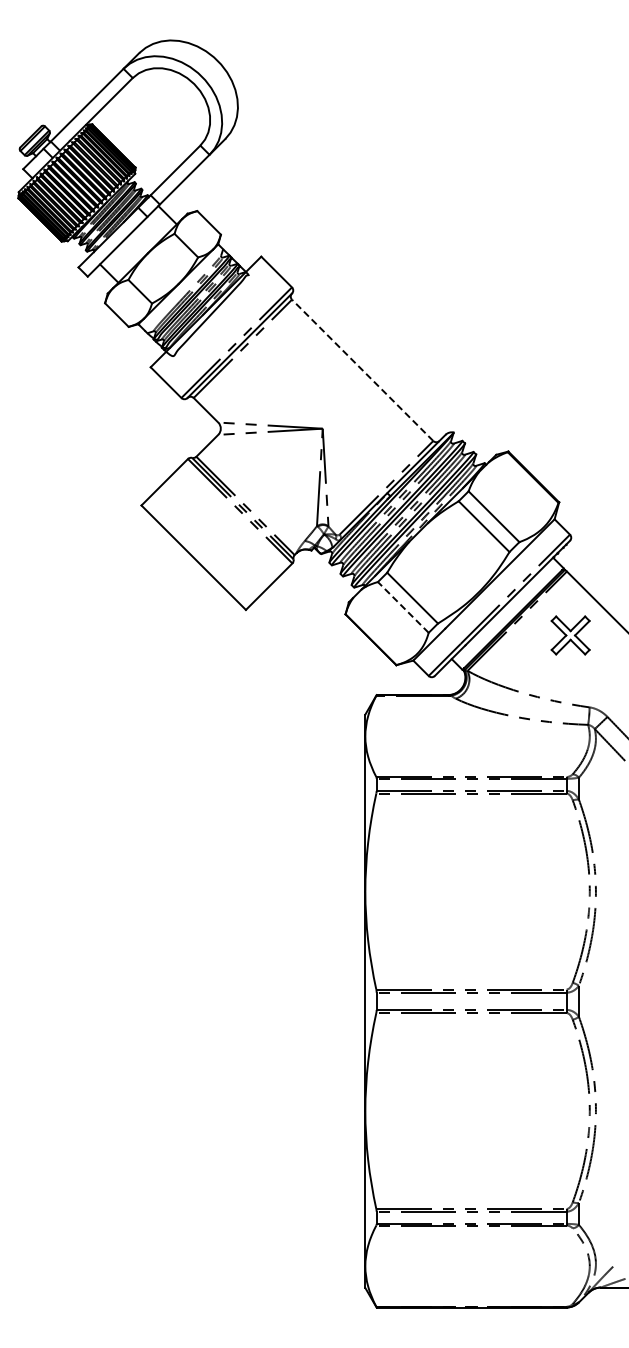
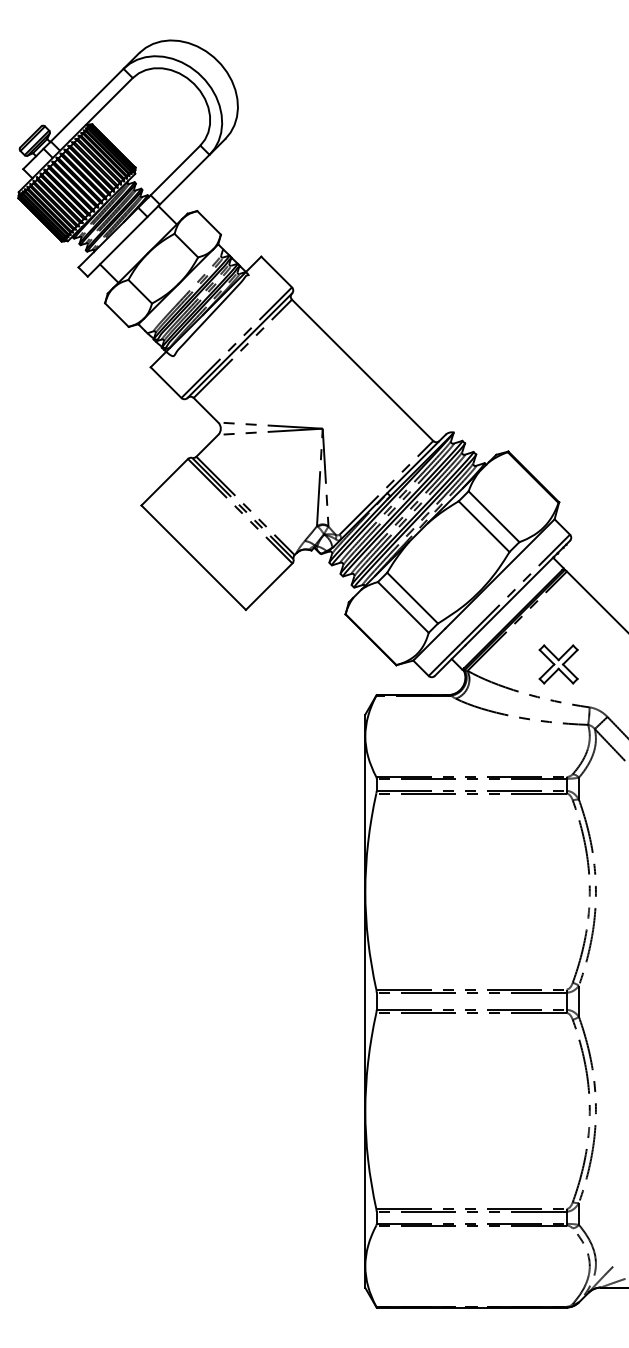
line at (362, 370): dashed -> solid
line at (403, 607): dashed -> solid
part at (570, 635) position: (570, 635) -> (558, 664)
